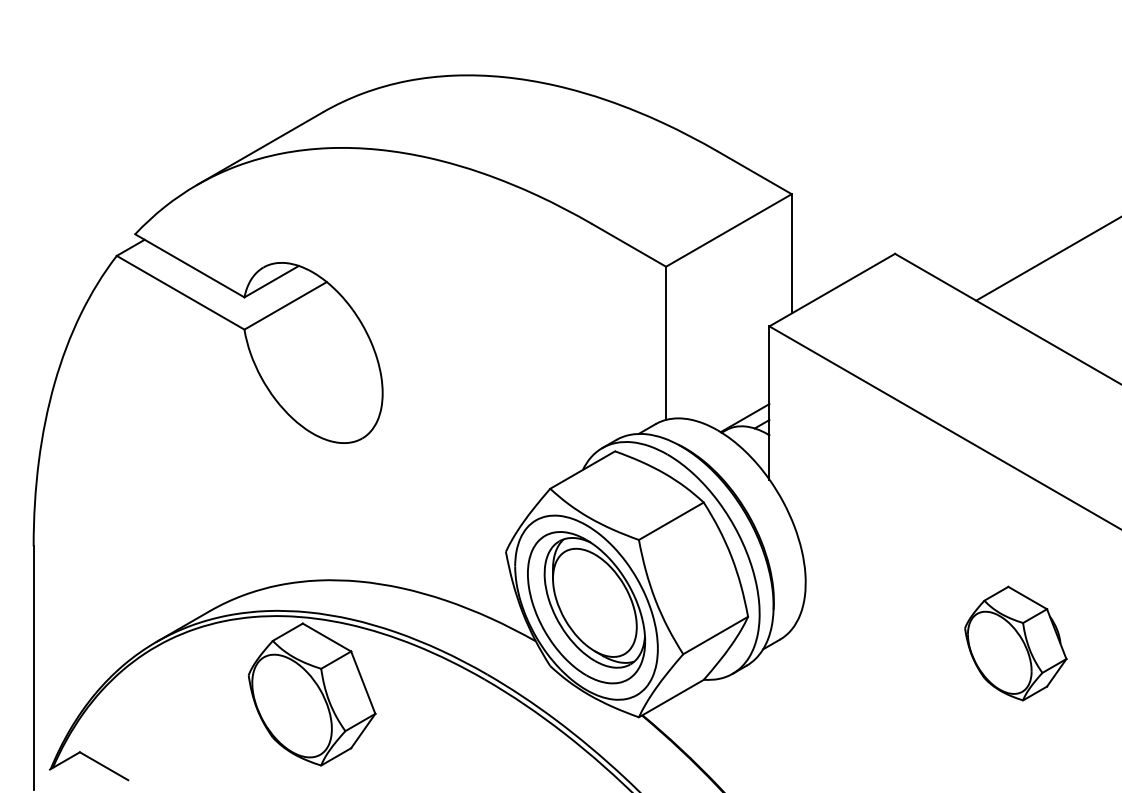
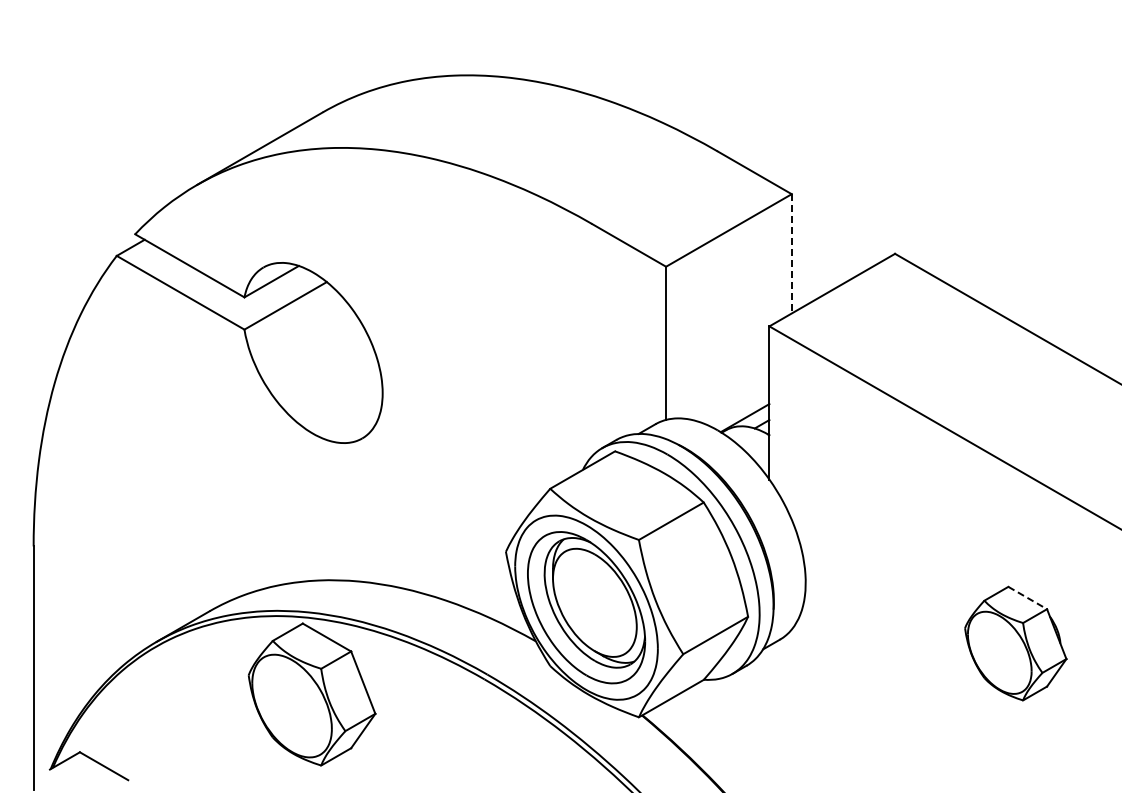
line at (791, 253): solid -> dashed
line at (1047, 259): present -> none
line at (1028, 598): solid -> dashed
